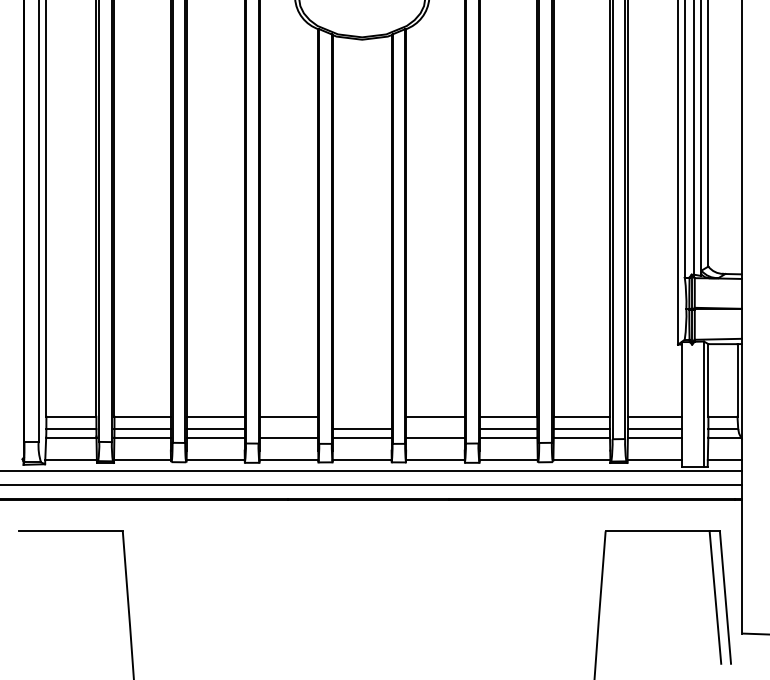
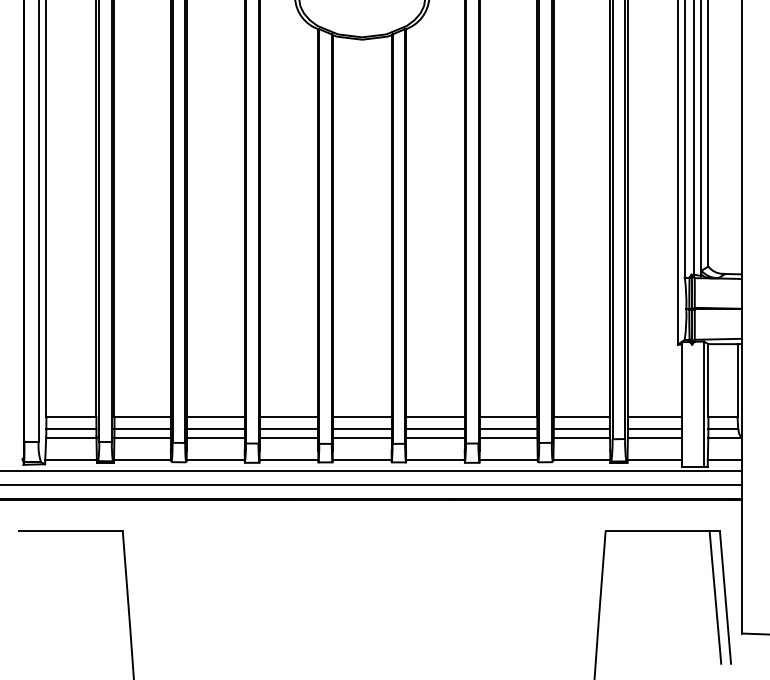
line at (361, 416): none -> present
line at (288, 429): none -> present
line at (435, 429): none -> present
